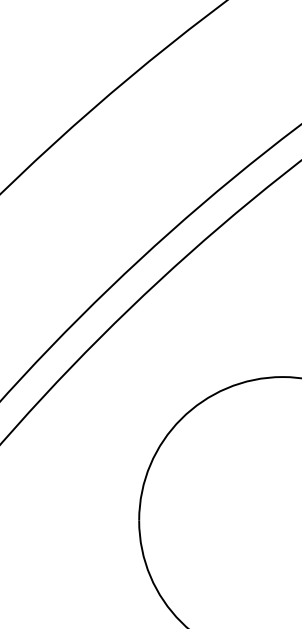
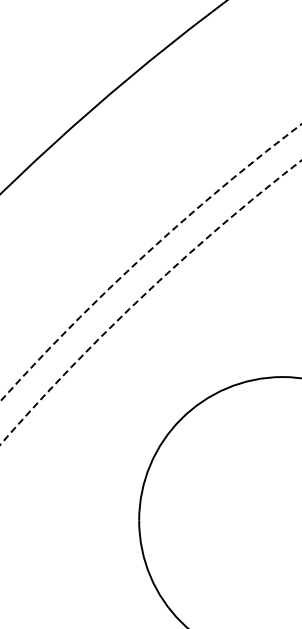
arc at (143, 256): solid -> dashed
arc at (144, 295): solid -> dashed
